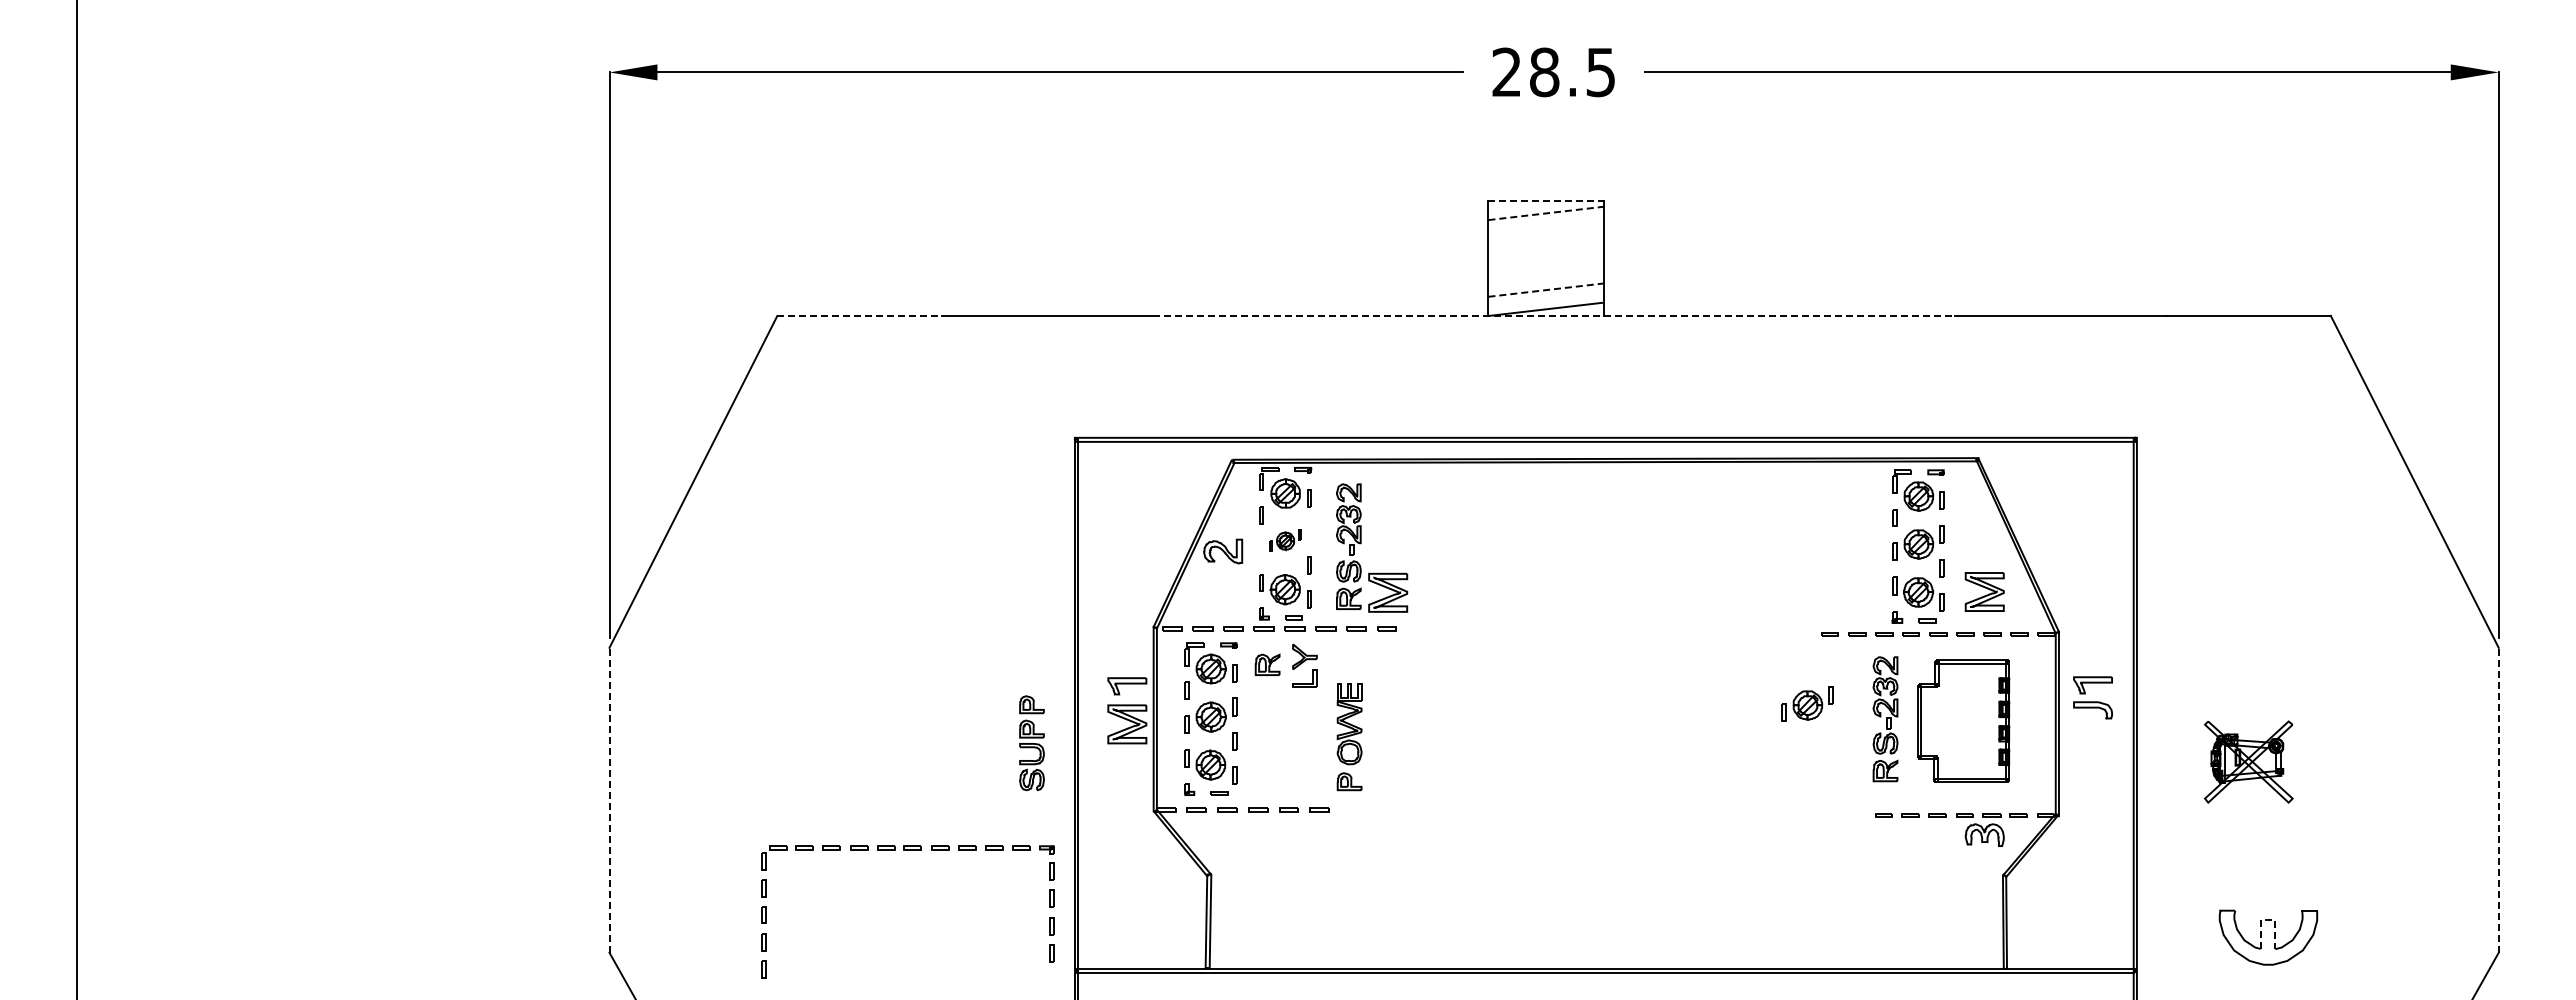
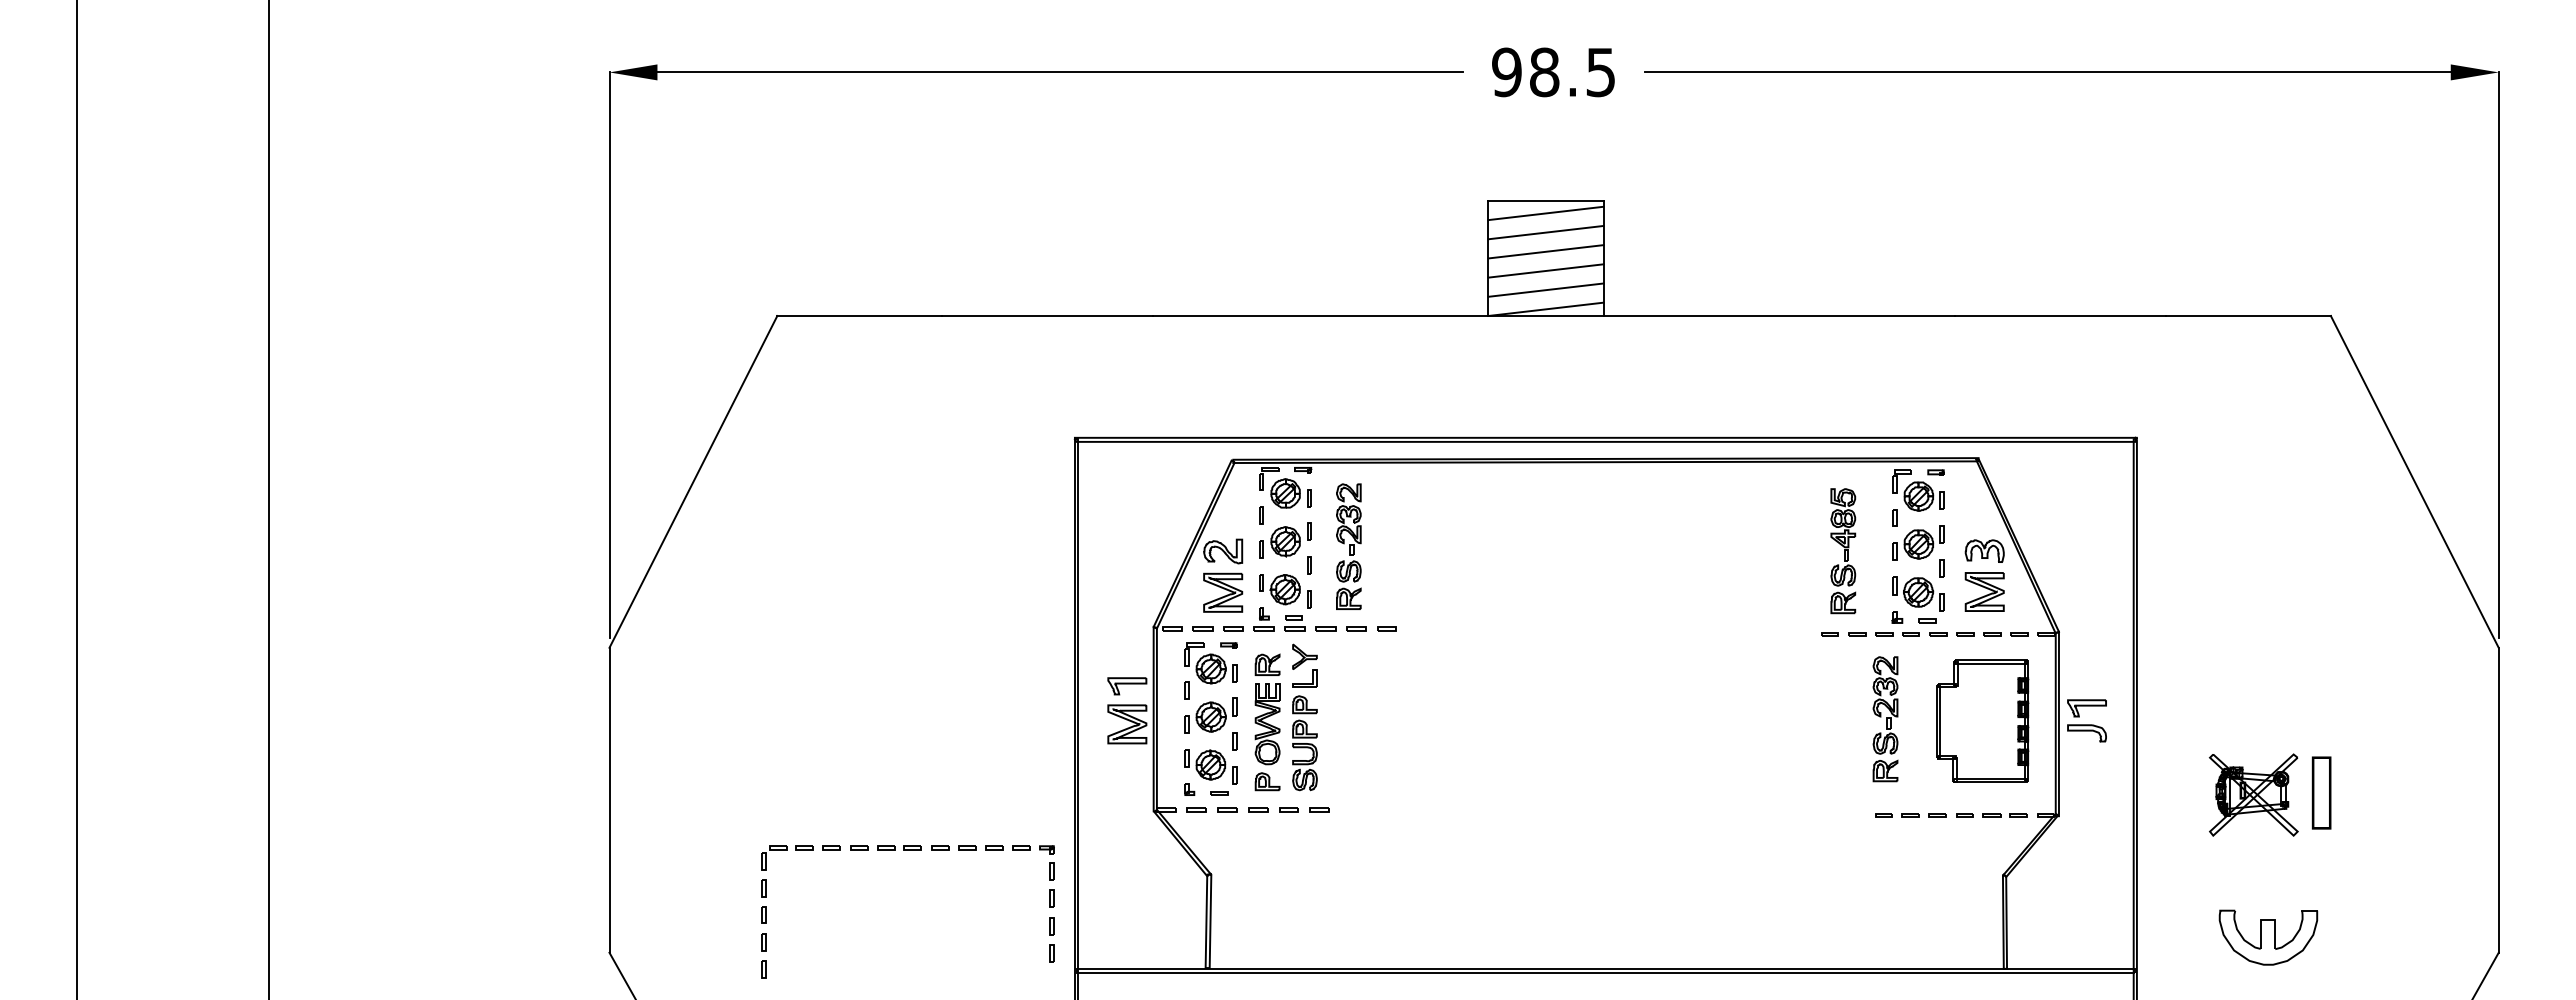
text at (1506, 72): 28.5 -> 98.5
line at (1545, 200): dashed -> solid
line at (1545, 213): dashed -> solid
line at (1545, 232): none -> present
line at (1545, 251): none -> present
line at (1545, 270): none -> present
line at (1545, 290): dashed -> solid
line at (860, 316): dashed -> solid
line at (1554, 316): dashed -> solid
line at (269, 499): none -> present
part at (1285, 540) size: 33x23 px -> 53x37 px
part at (1843, 551): none -> present
part at (1388, 592) position: (1388, 592) -> (1223, 592)
part at (2092, 697) position: (2092, 697) -> (2086, 720)
part at (1807, 703): present -> none
part at (1963, 720) position: (1963, 720) -> (1982, 720)
part at (1349, 737) position: (1349, 737) -> (1267, 737)
part at (1031, 743) position: (1031, 743) -> (1304, 743)
part at (2248, 761) position: (2248, 761) -> (2253, 794)
part at (2321, 792): none -> present
line at (609, 799): dashed -> solid
line at (2498, 799): dashed -> solid
part at (1984, 834) position: (1984, 834) -> (1984, 550)
line at (2268, 920): dashed -> solid
